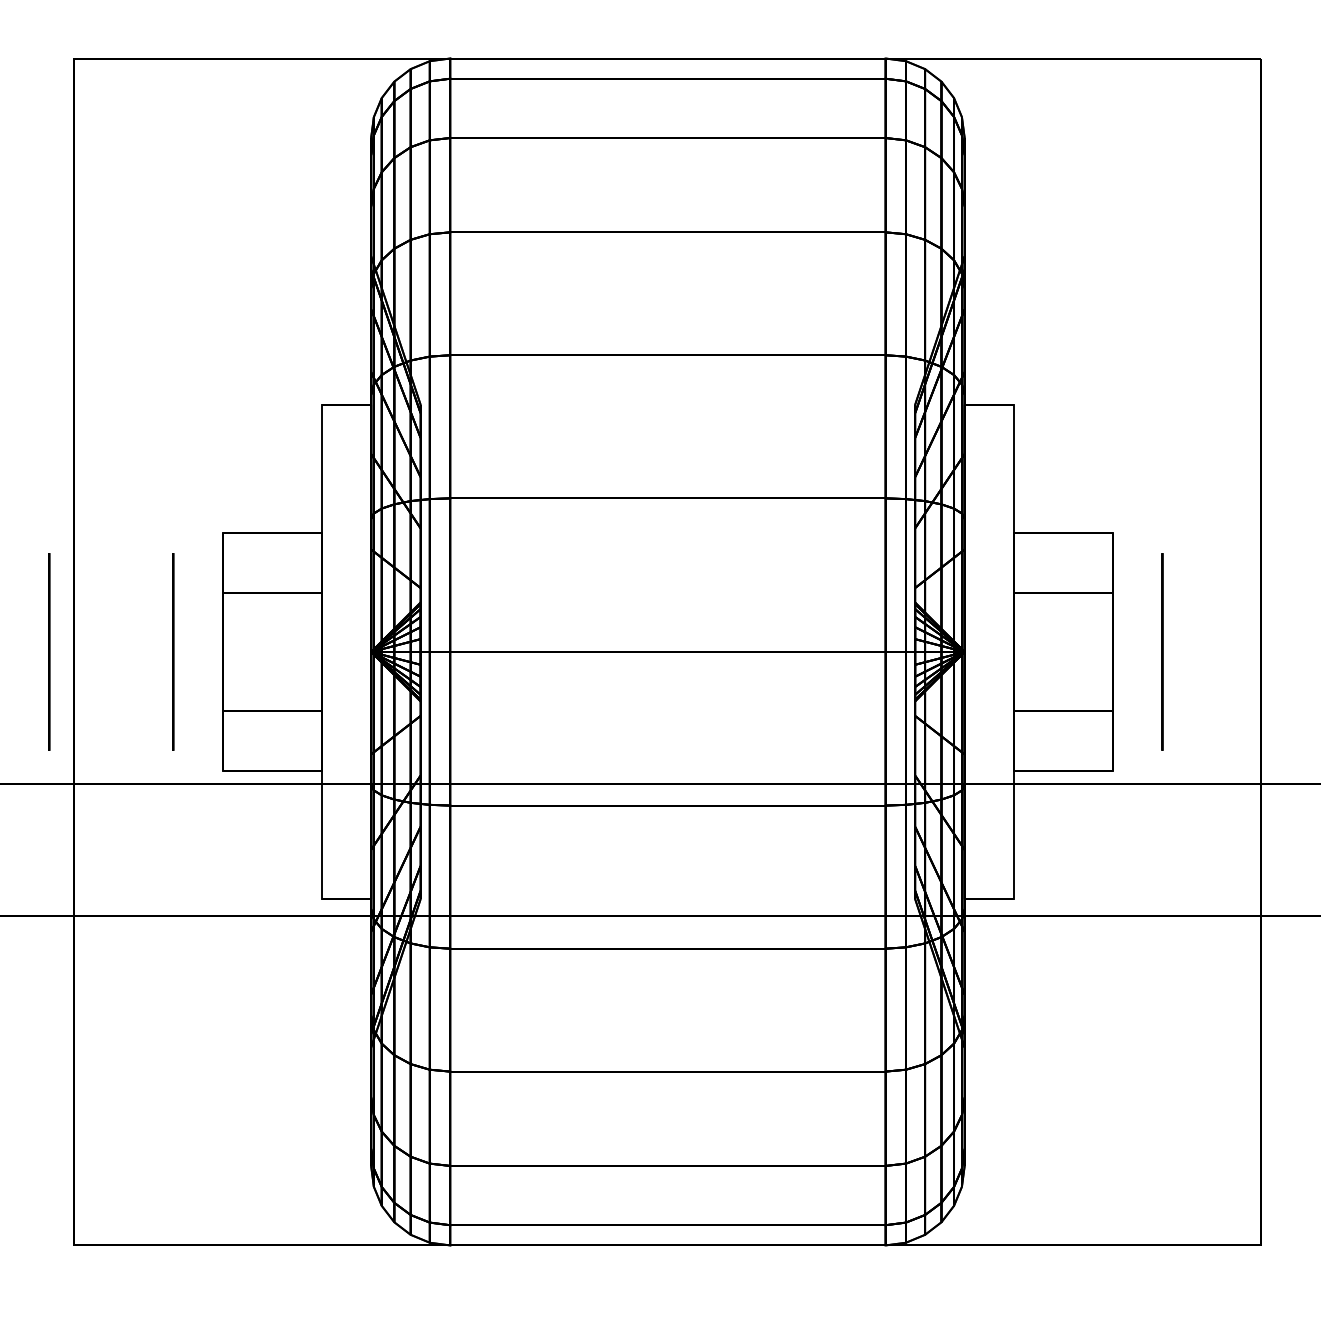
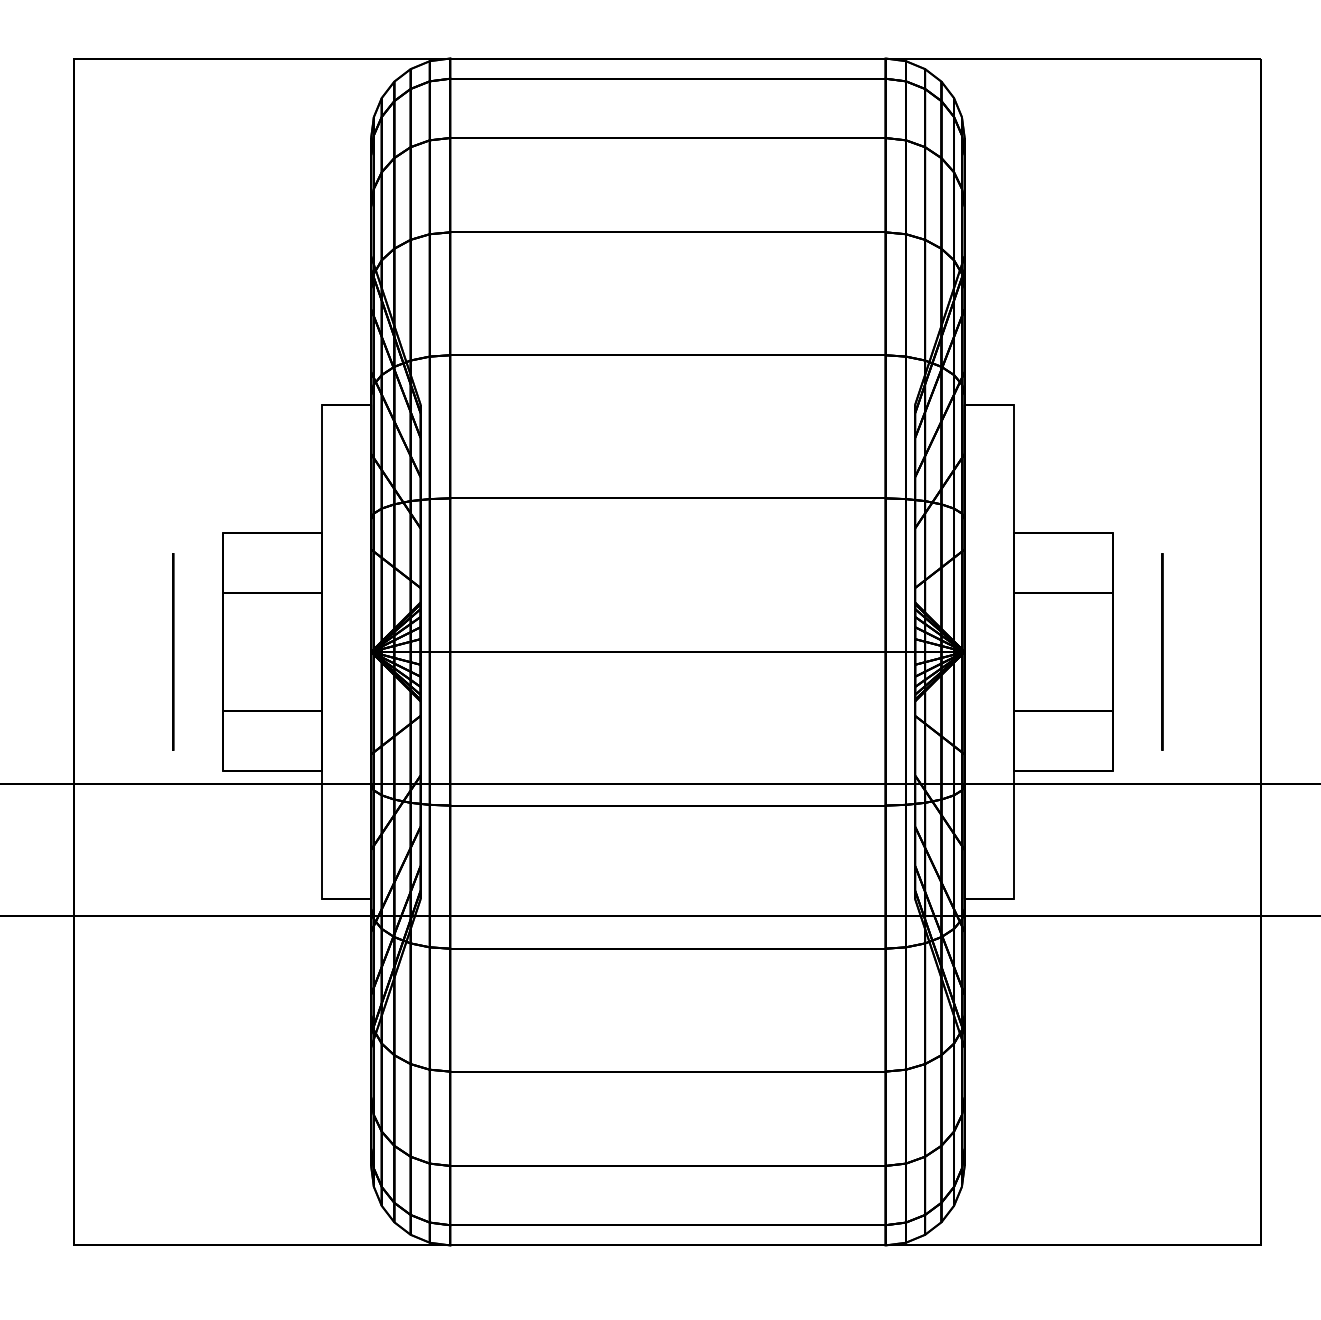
circle at (49, 651): present -> none
